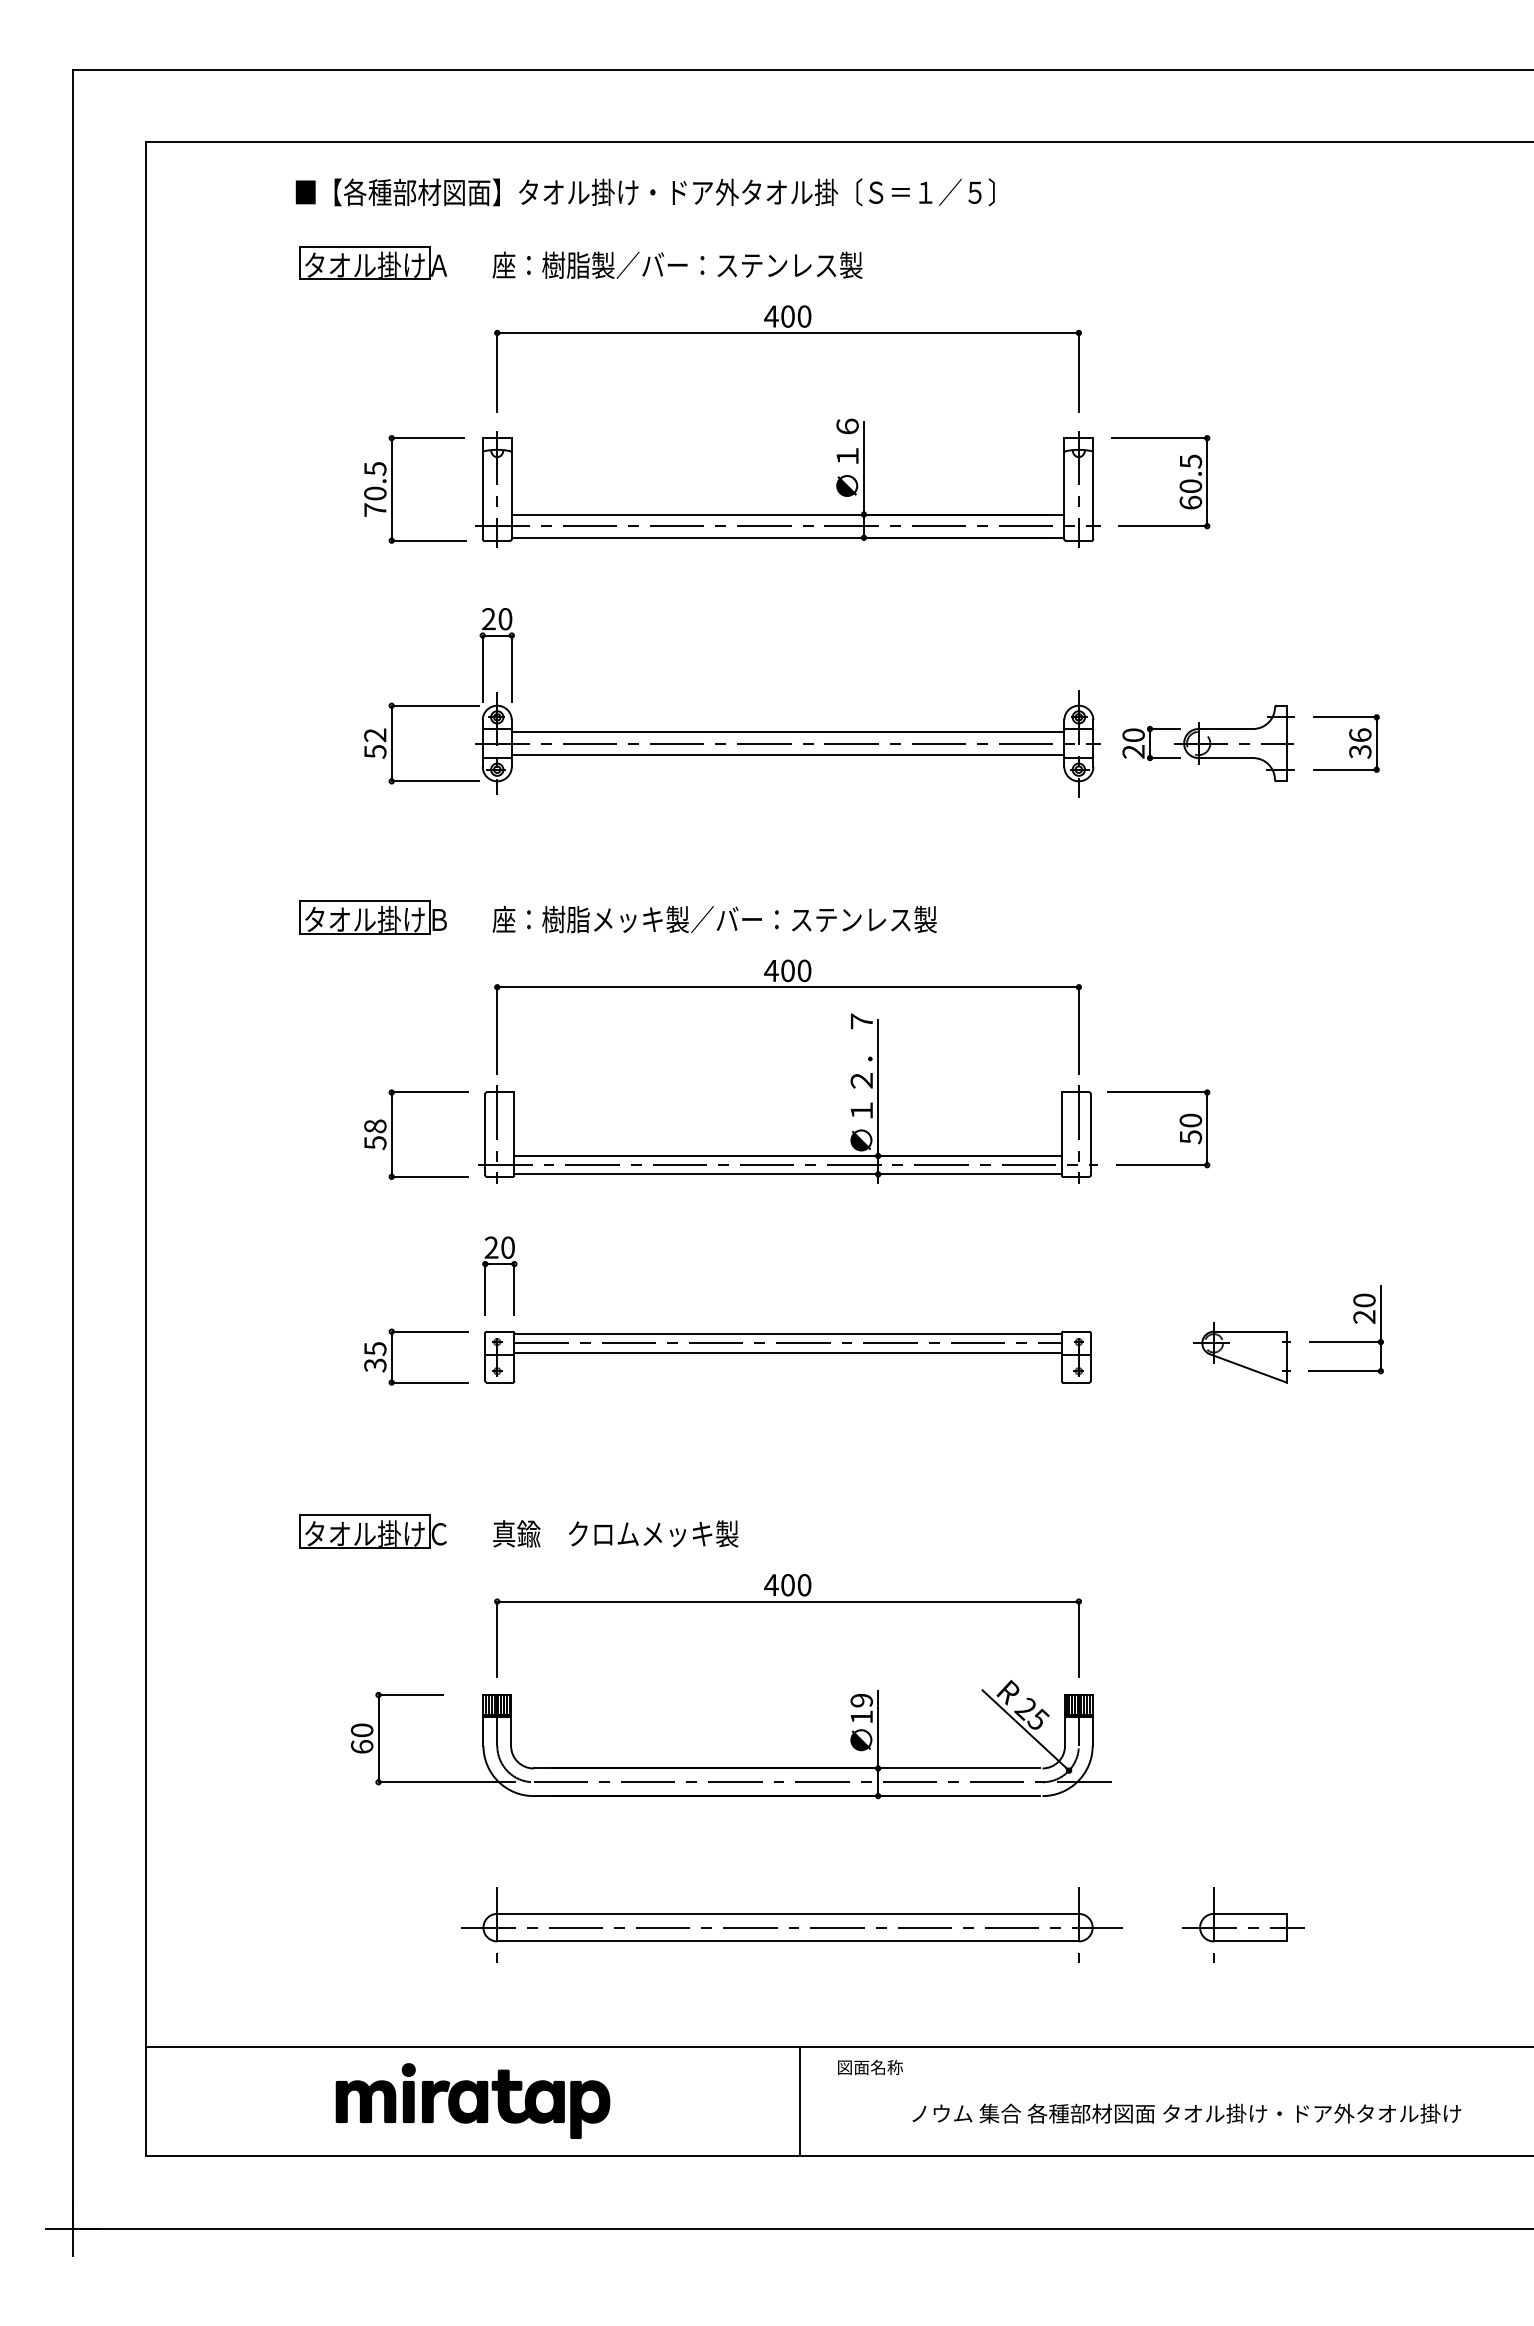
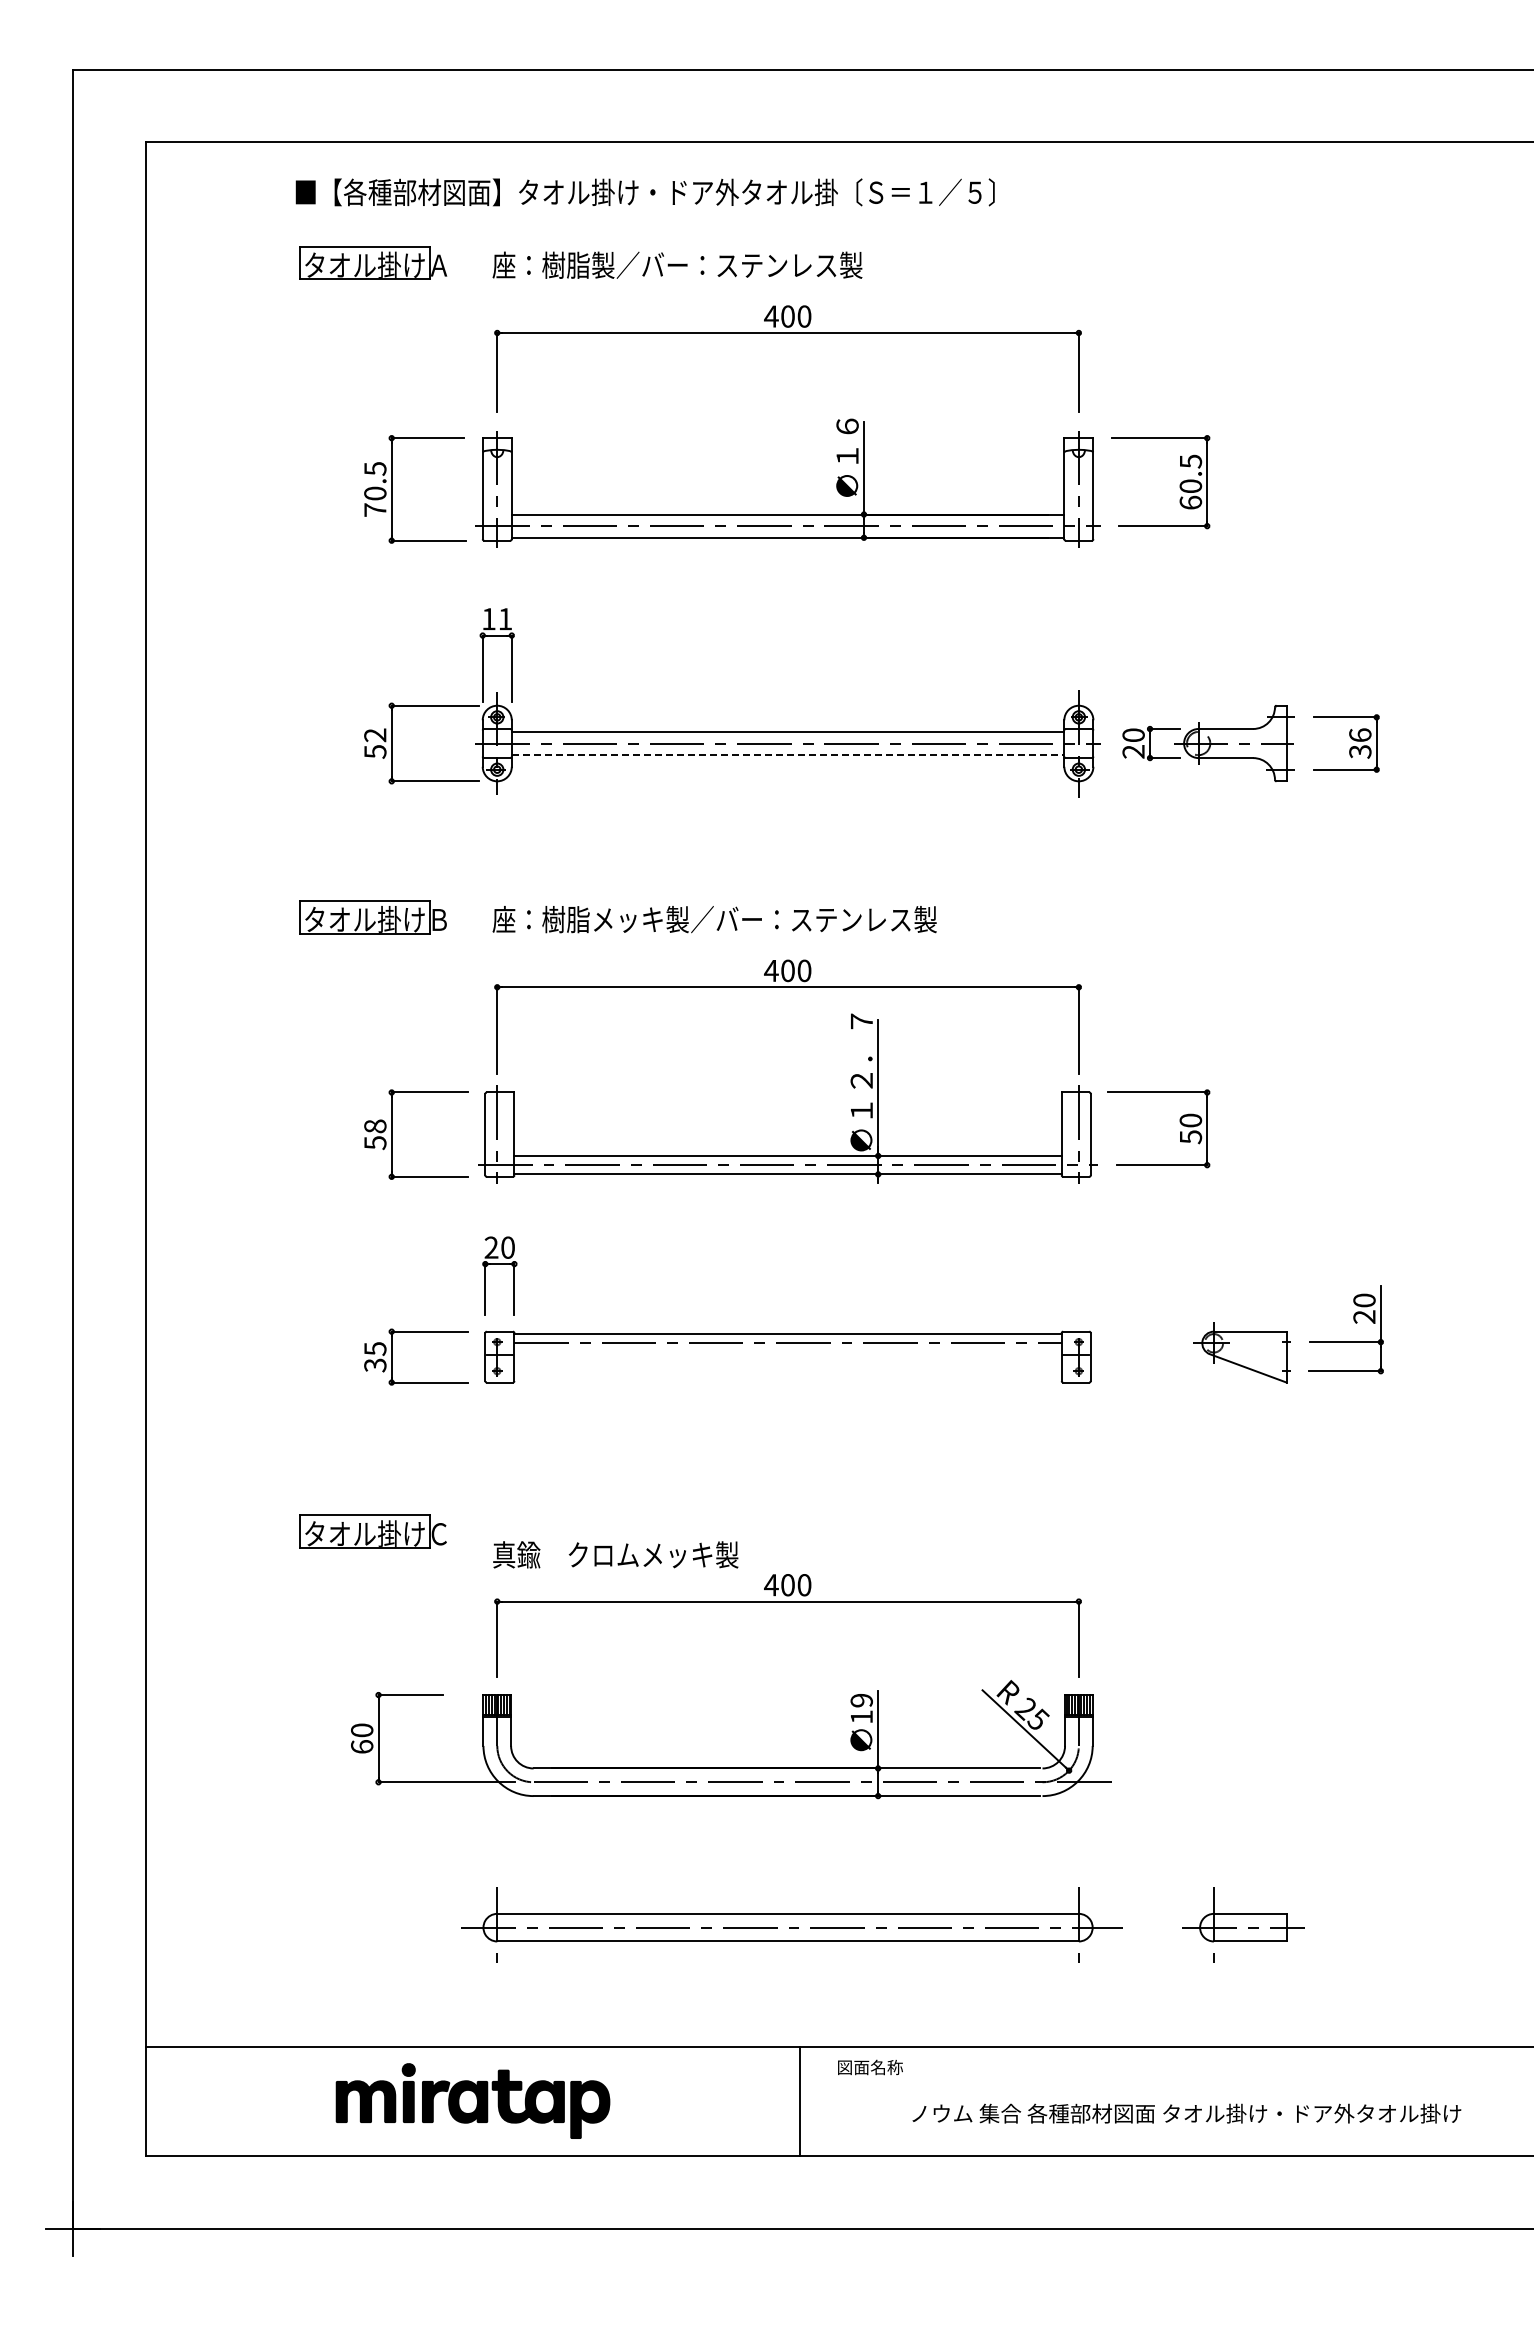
text at (497, 619): 20 -> 11
line at (788, 755): solid -> dashed
line at (787, 1352): present -> none
text at (615, 1533) position: (615, 1533) -> (615, 1554)
